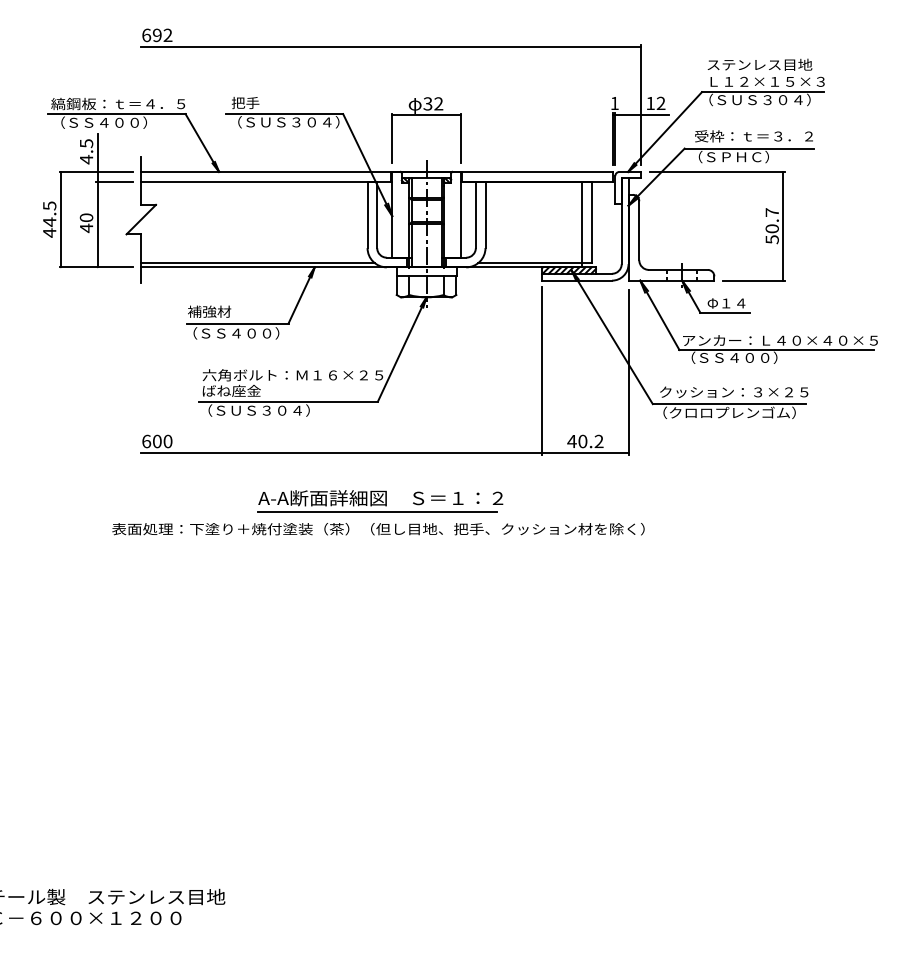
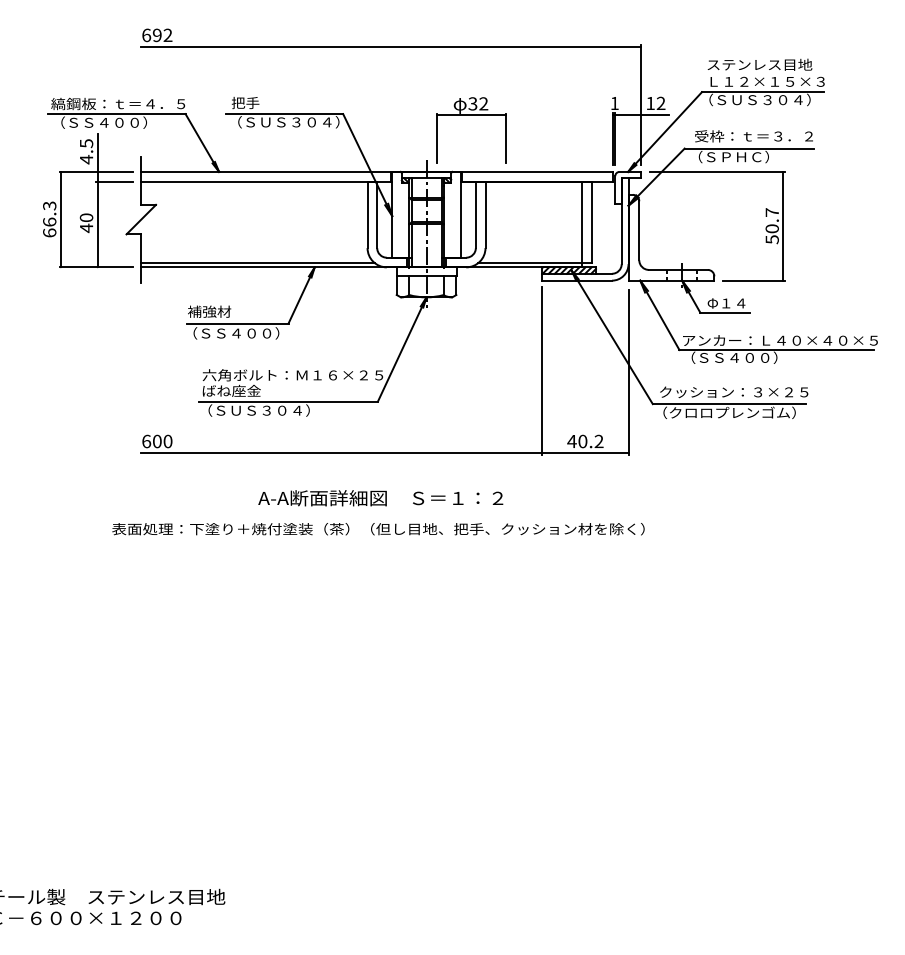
part at (426, 115) position: (426, 115) -> (471, 115)
text at (49, 219): 44.5 -> 66.3
line at (377, 511): present -> none
